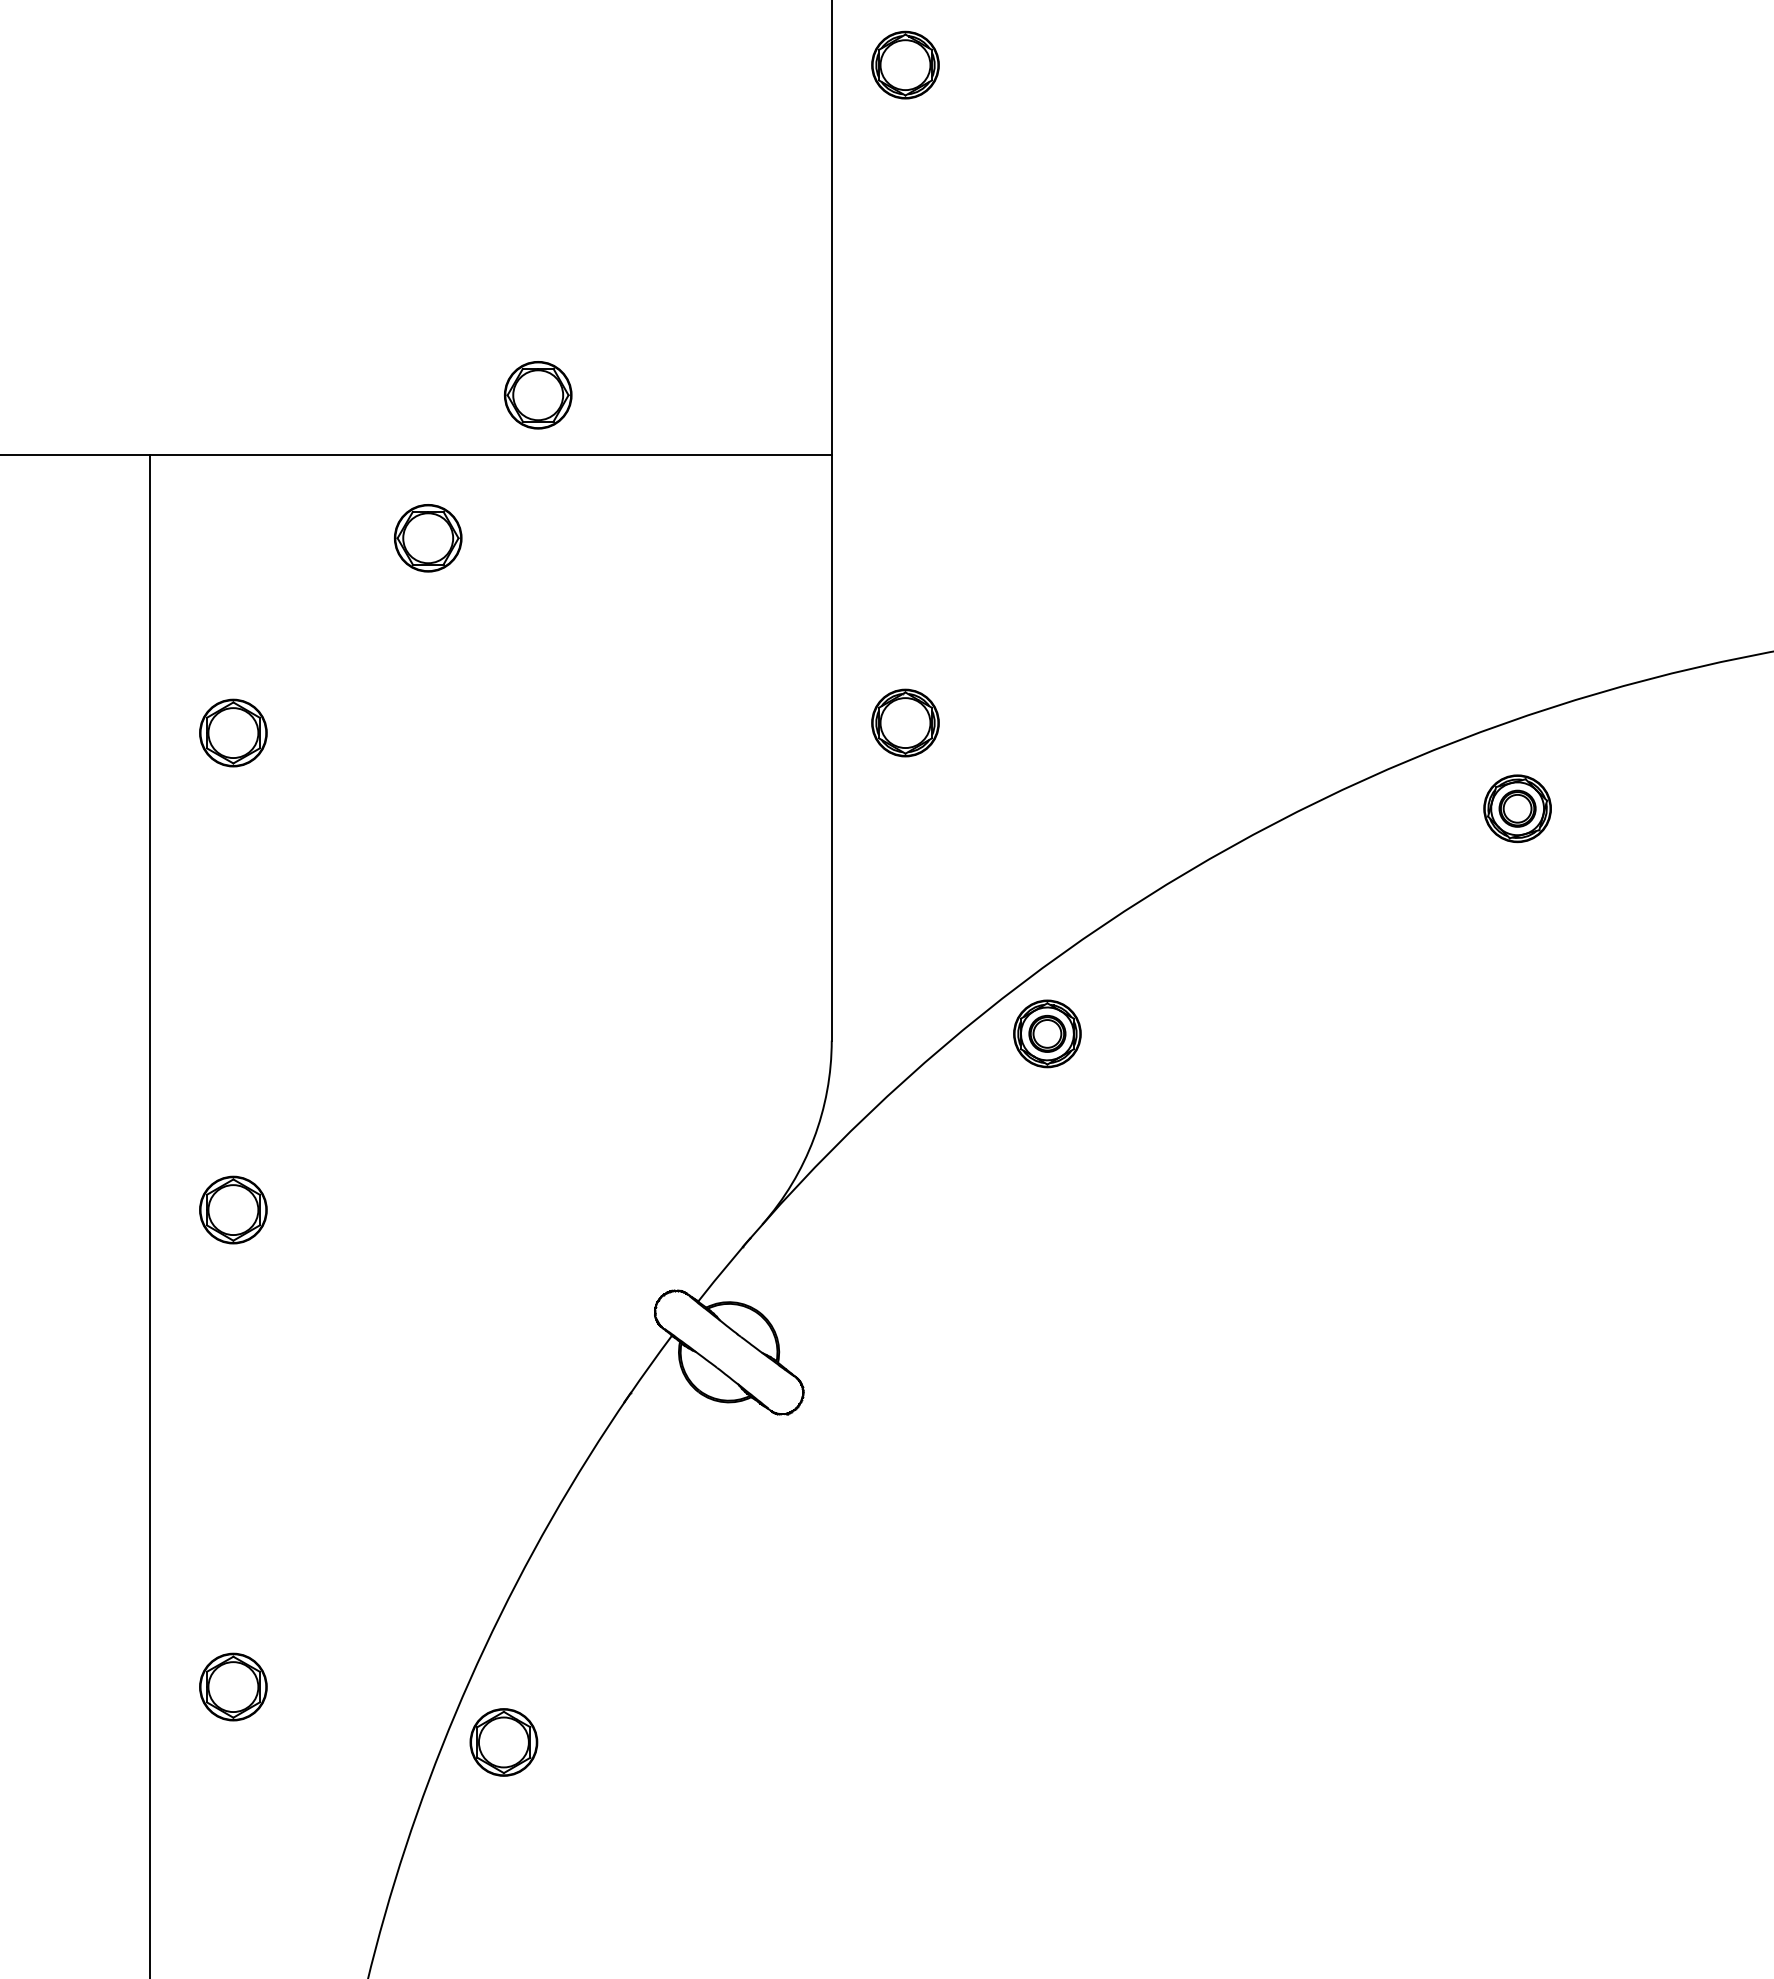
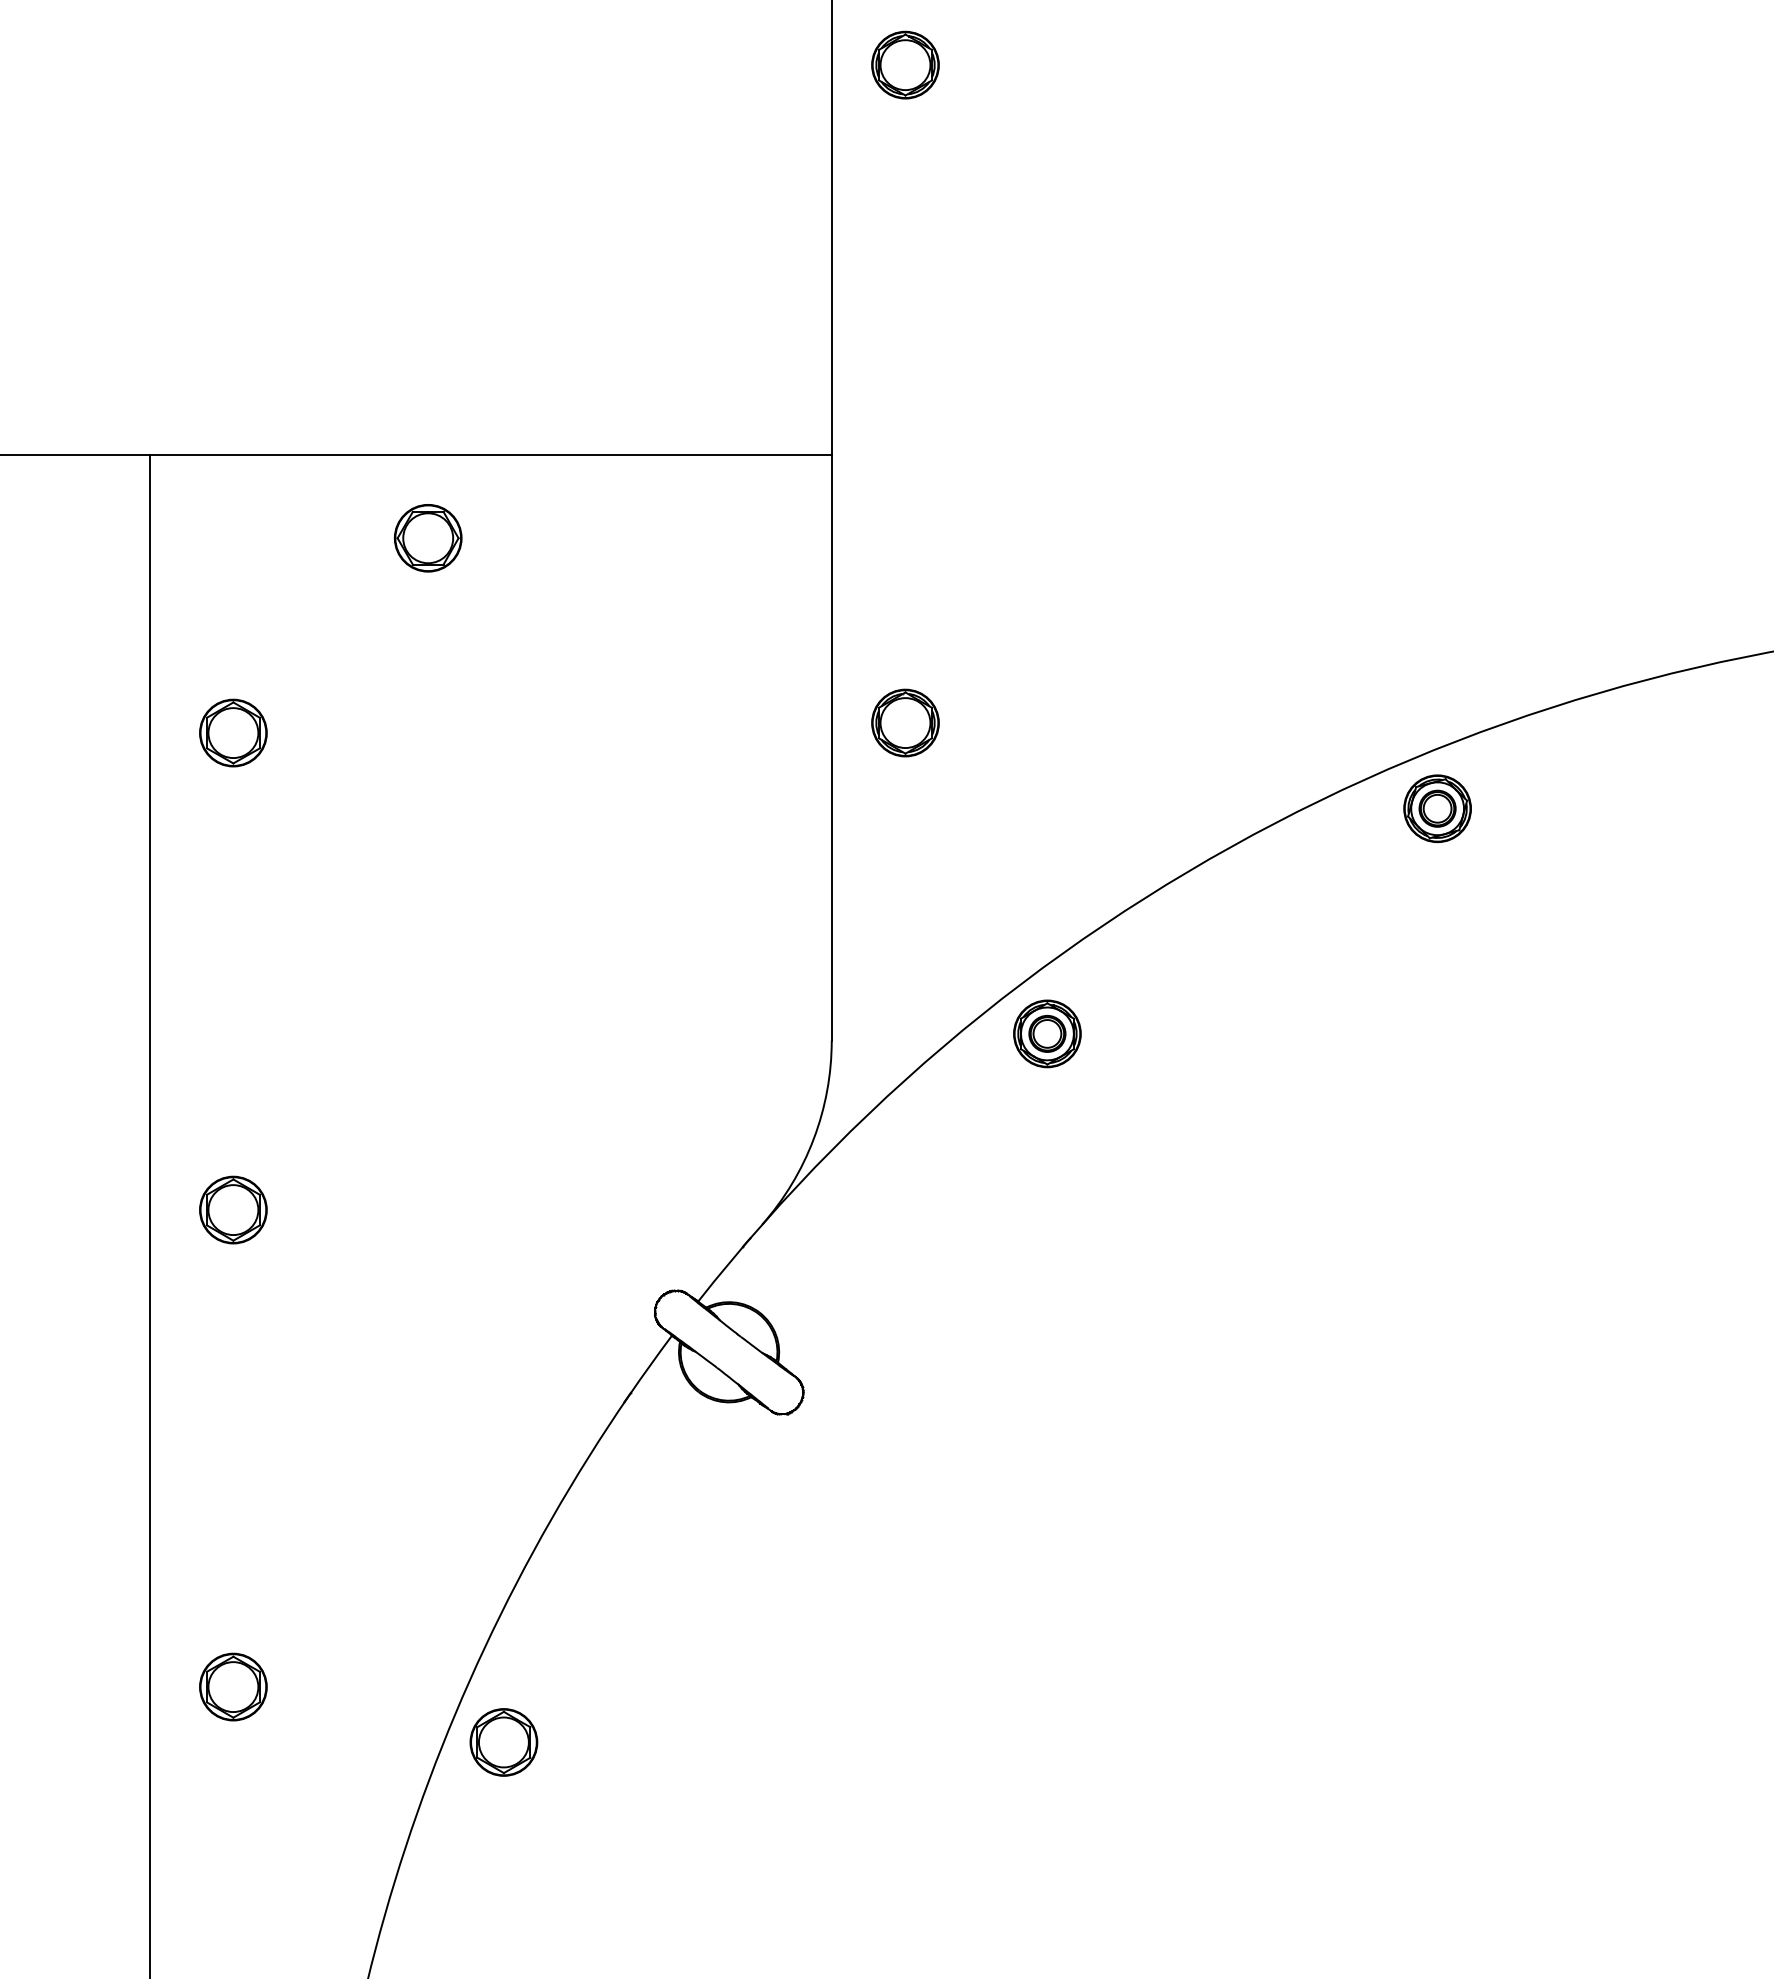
part at (538, 395): present -> none
part at (1517, 808) position: (1517, 808) -> (1437, 808)
